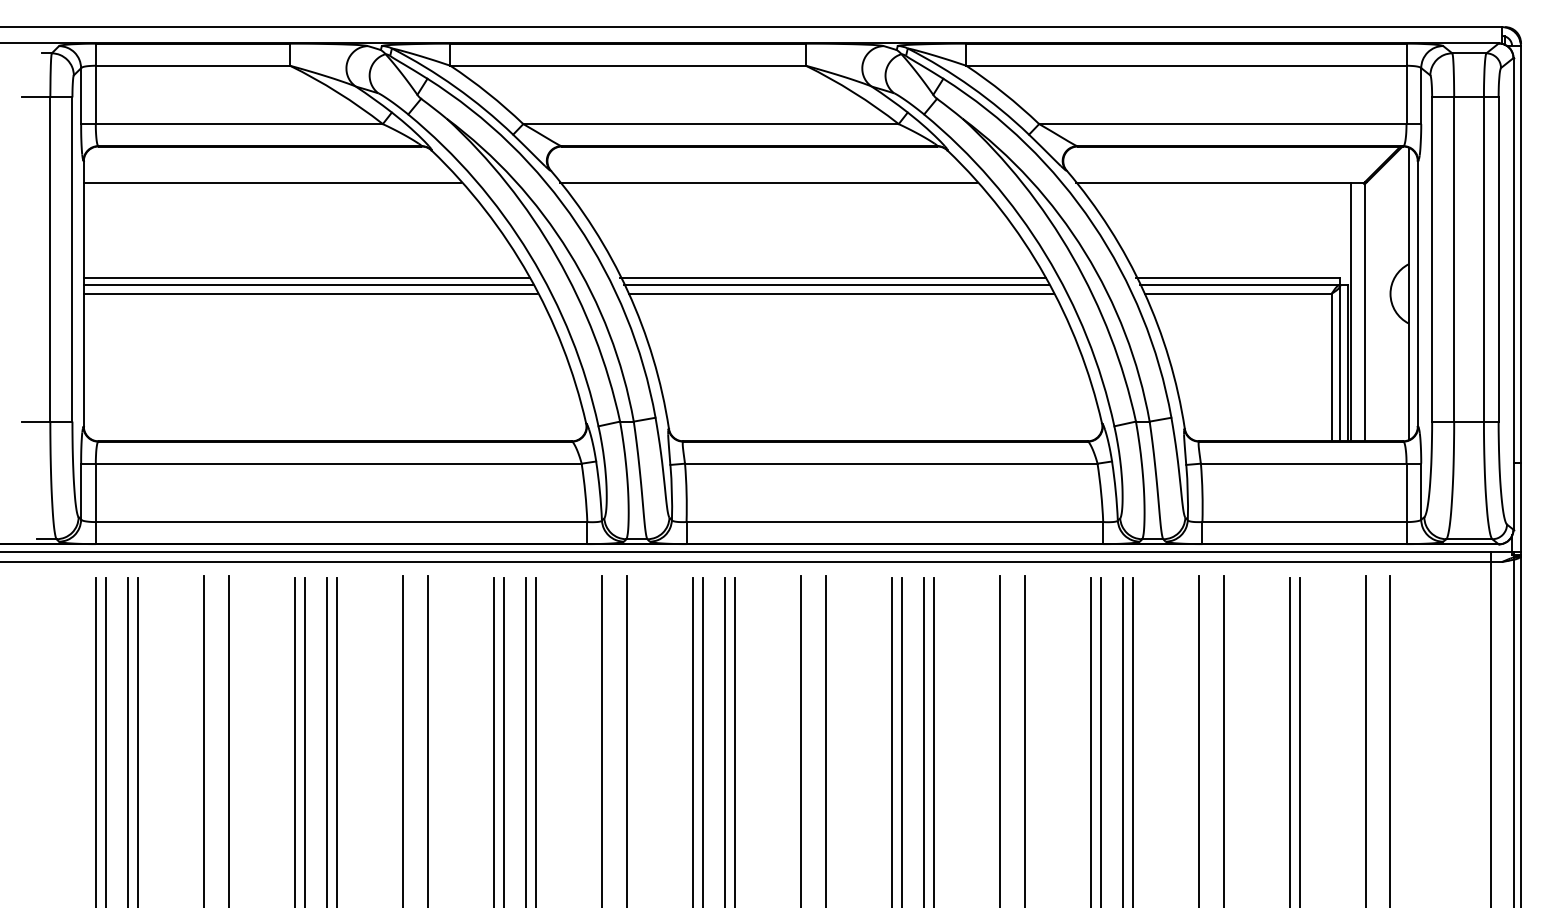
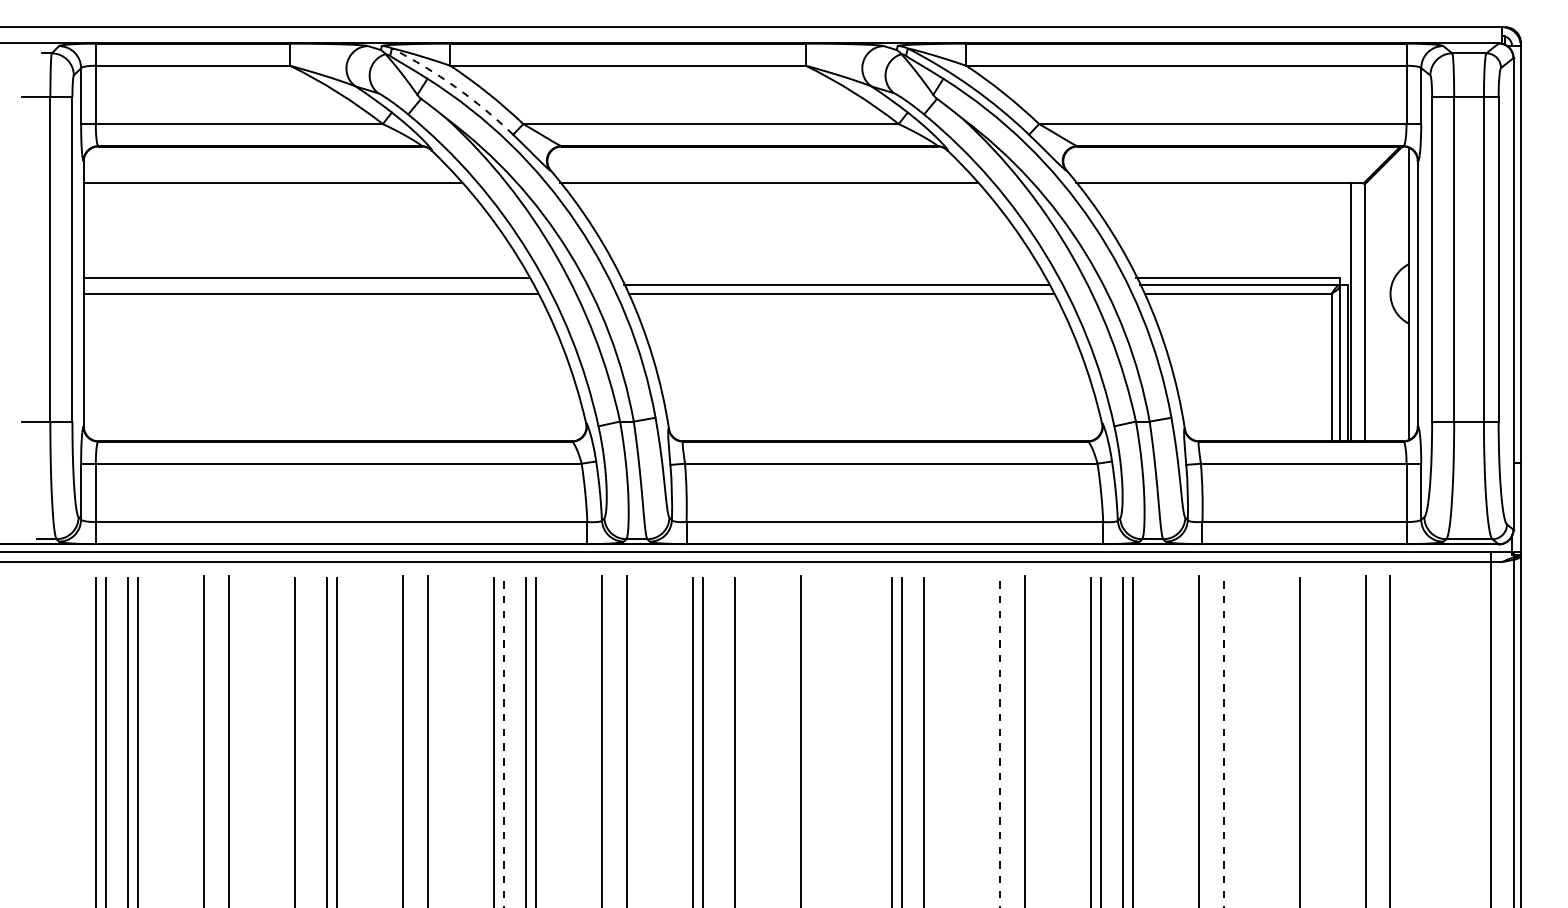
arc at (455, 87): solid -> dashed
line at (832, 277): present -> none
line at (308, 285): present -> none
line at (825, 739): present -> none
line at (305, 740): present -> none
line at (724, 740): present -> none
line at (934, 741): present -> none
line at (1000, 741): solid -> dashed
line at (1223, 741): solid -> dashed
line at (1289, 741): present -> none
line at (504, 742): solid -> dashed
